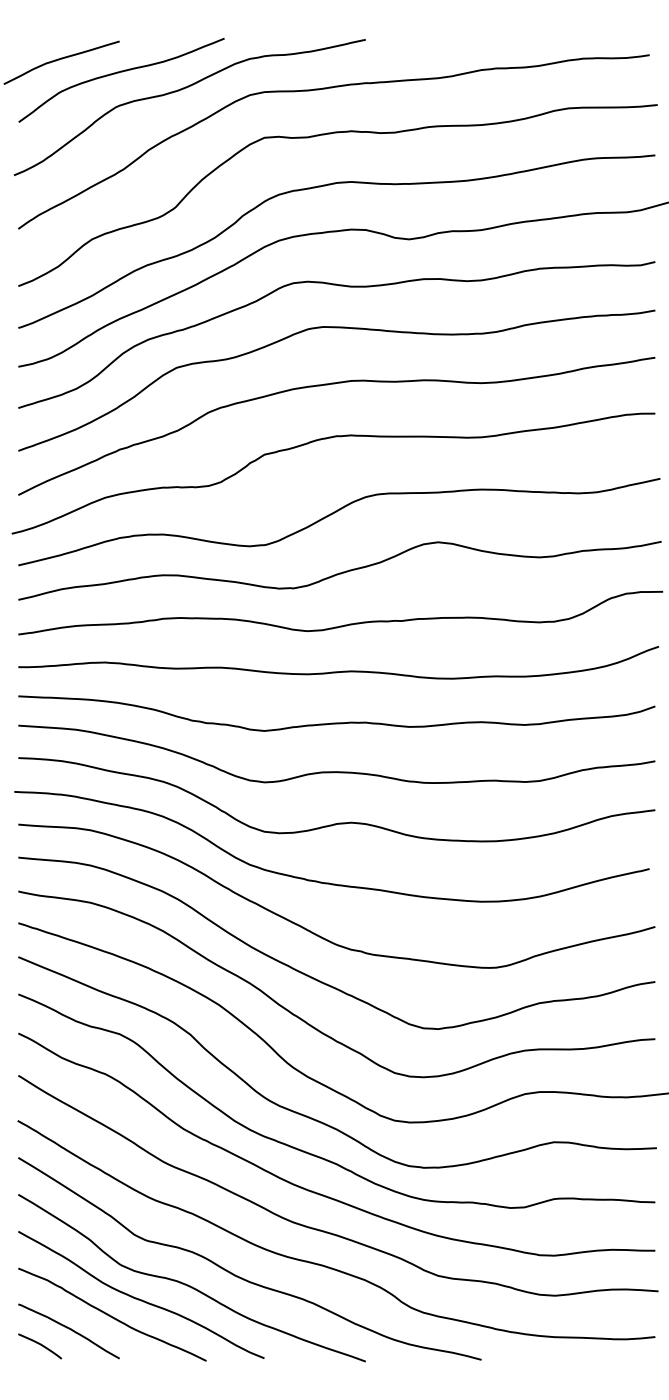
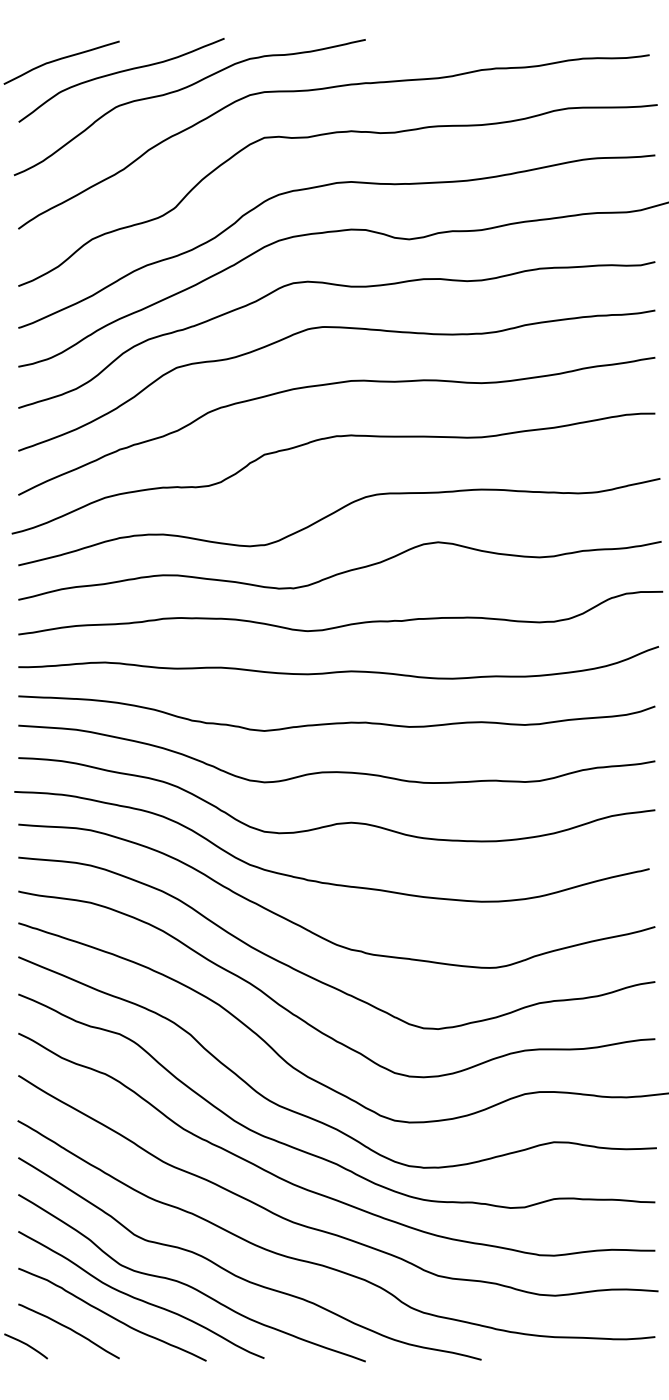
curve at (40, 1345) position: (40, 1345) -> (26, 1345)
